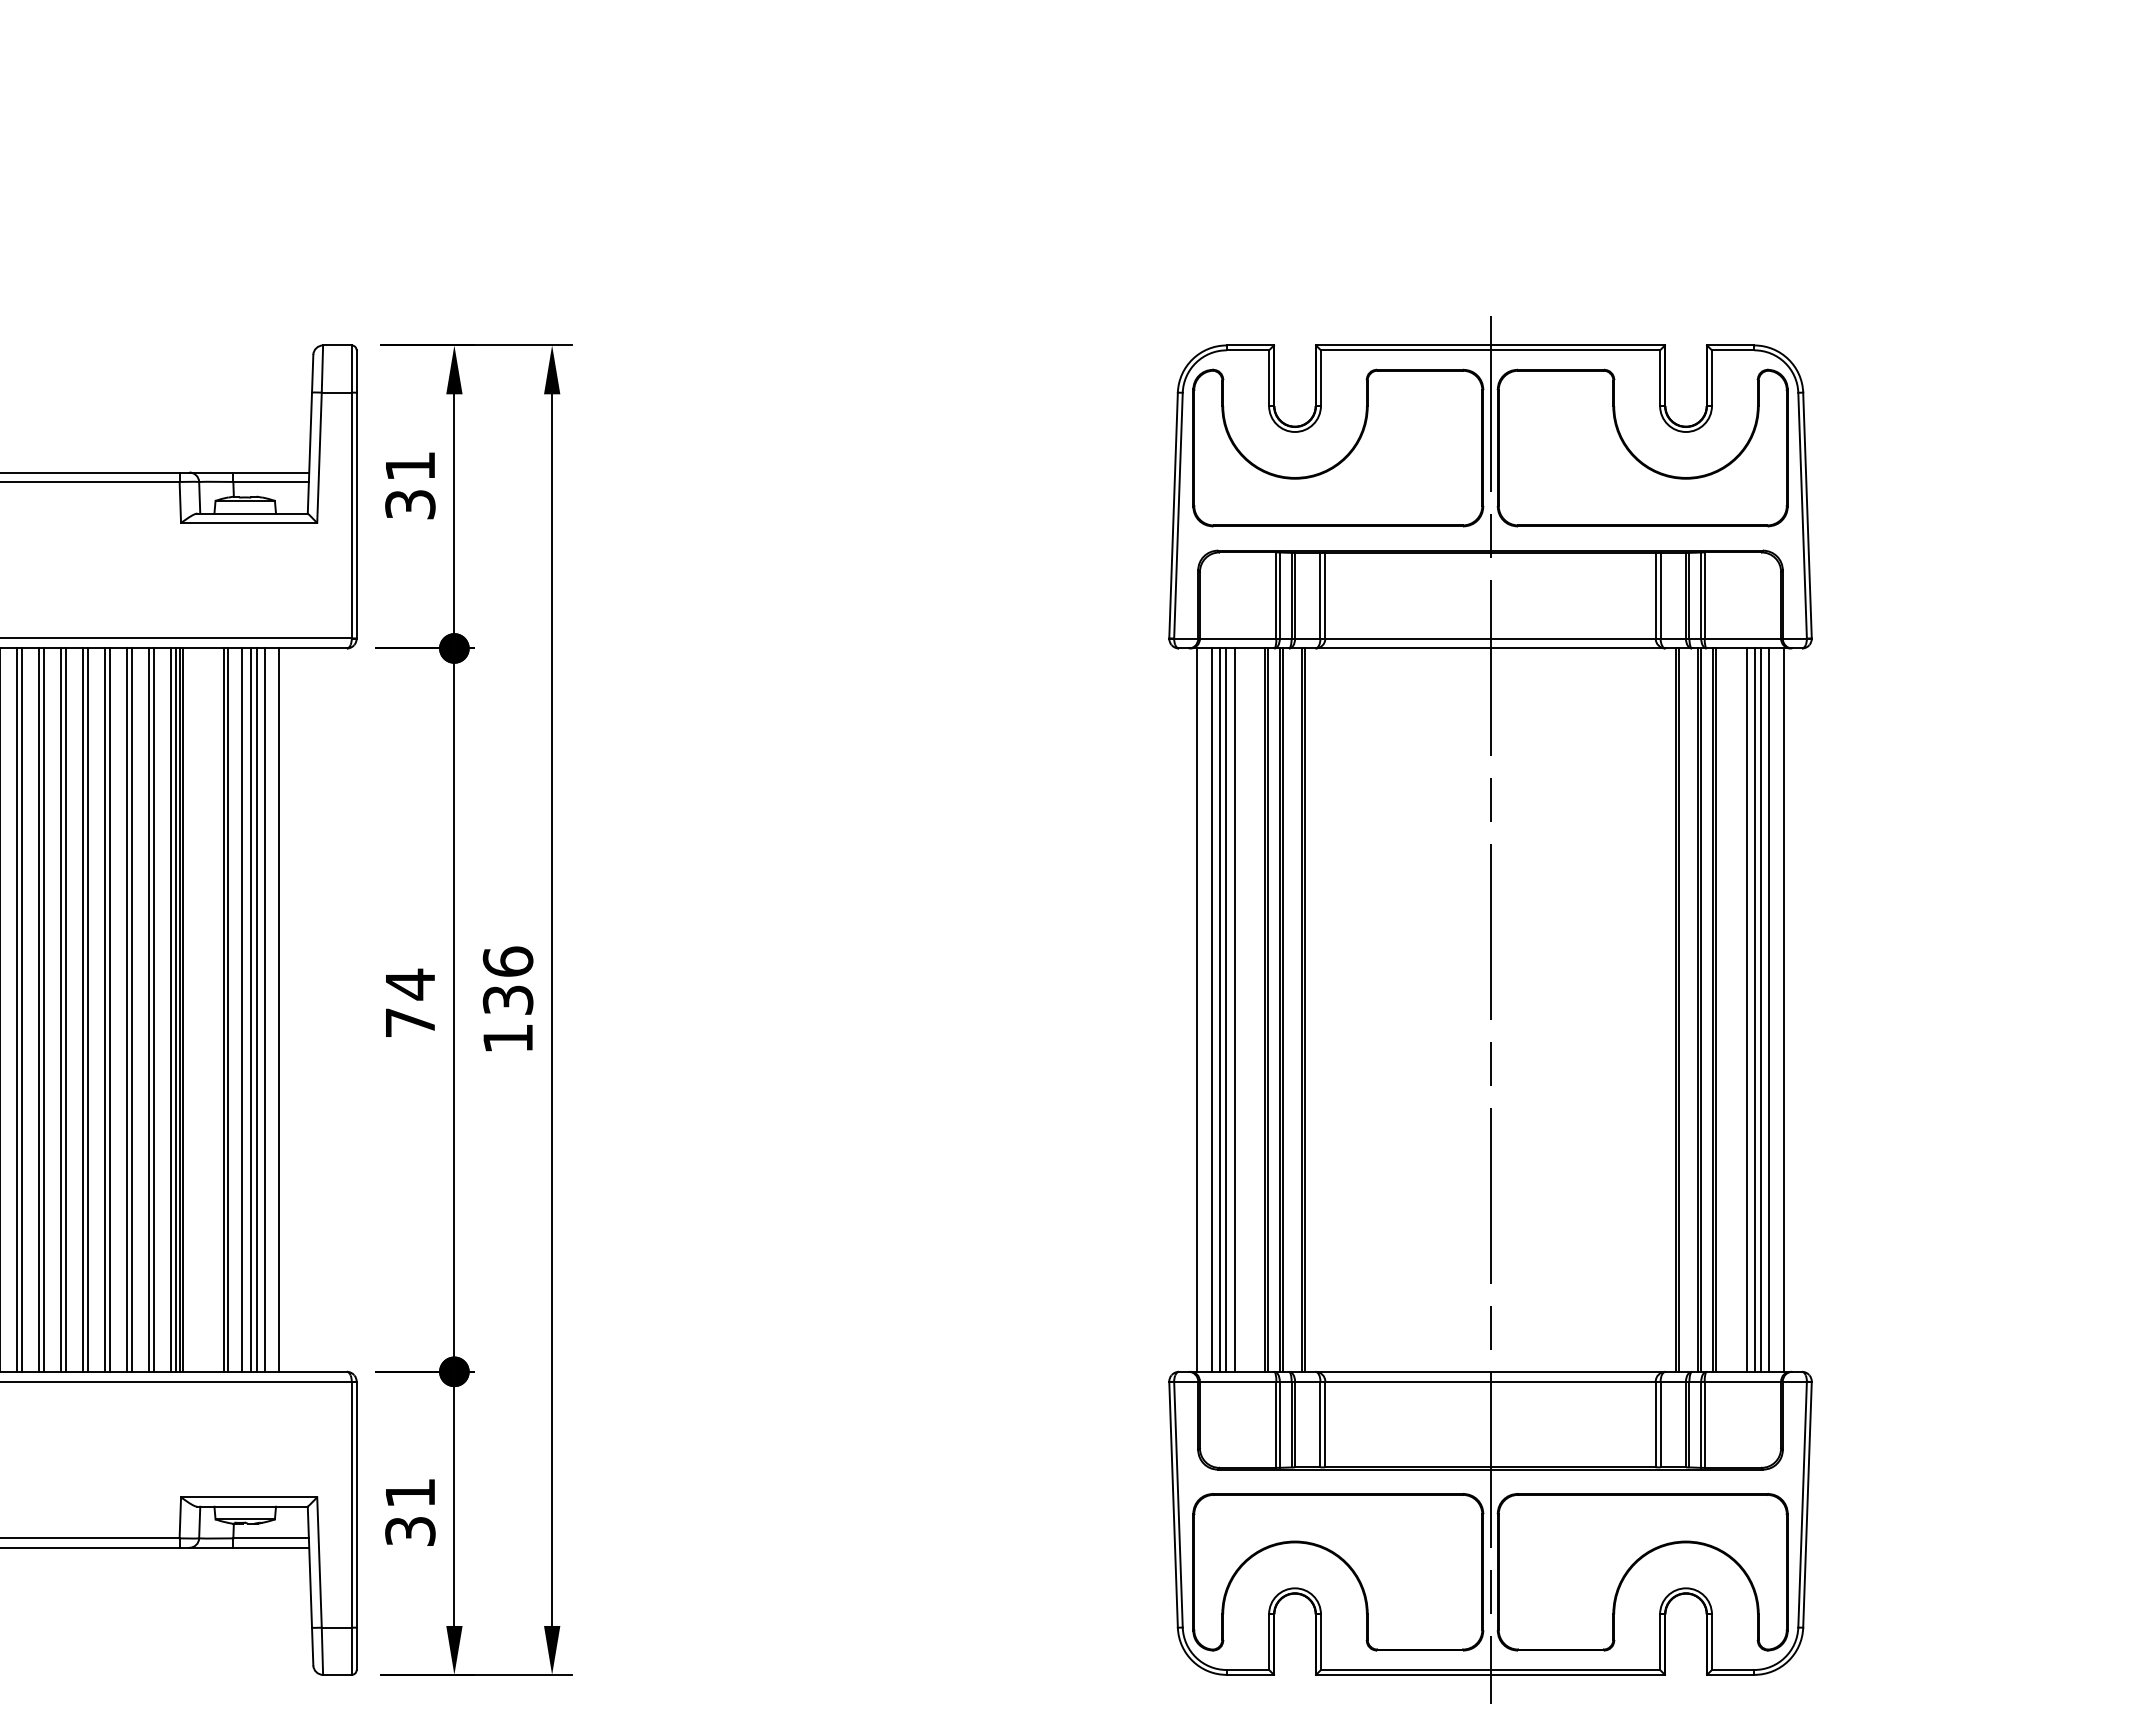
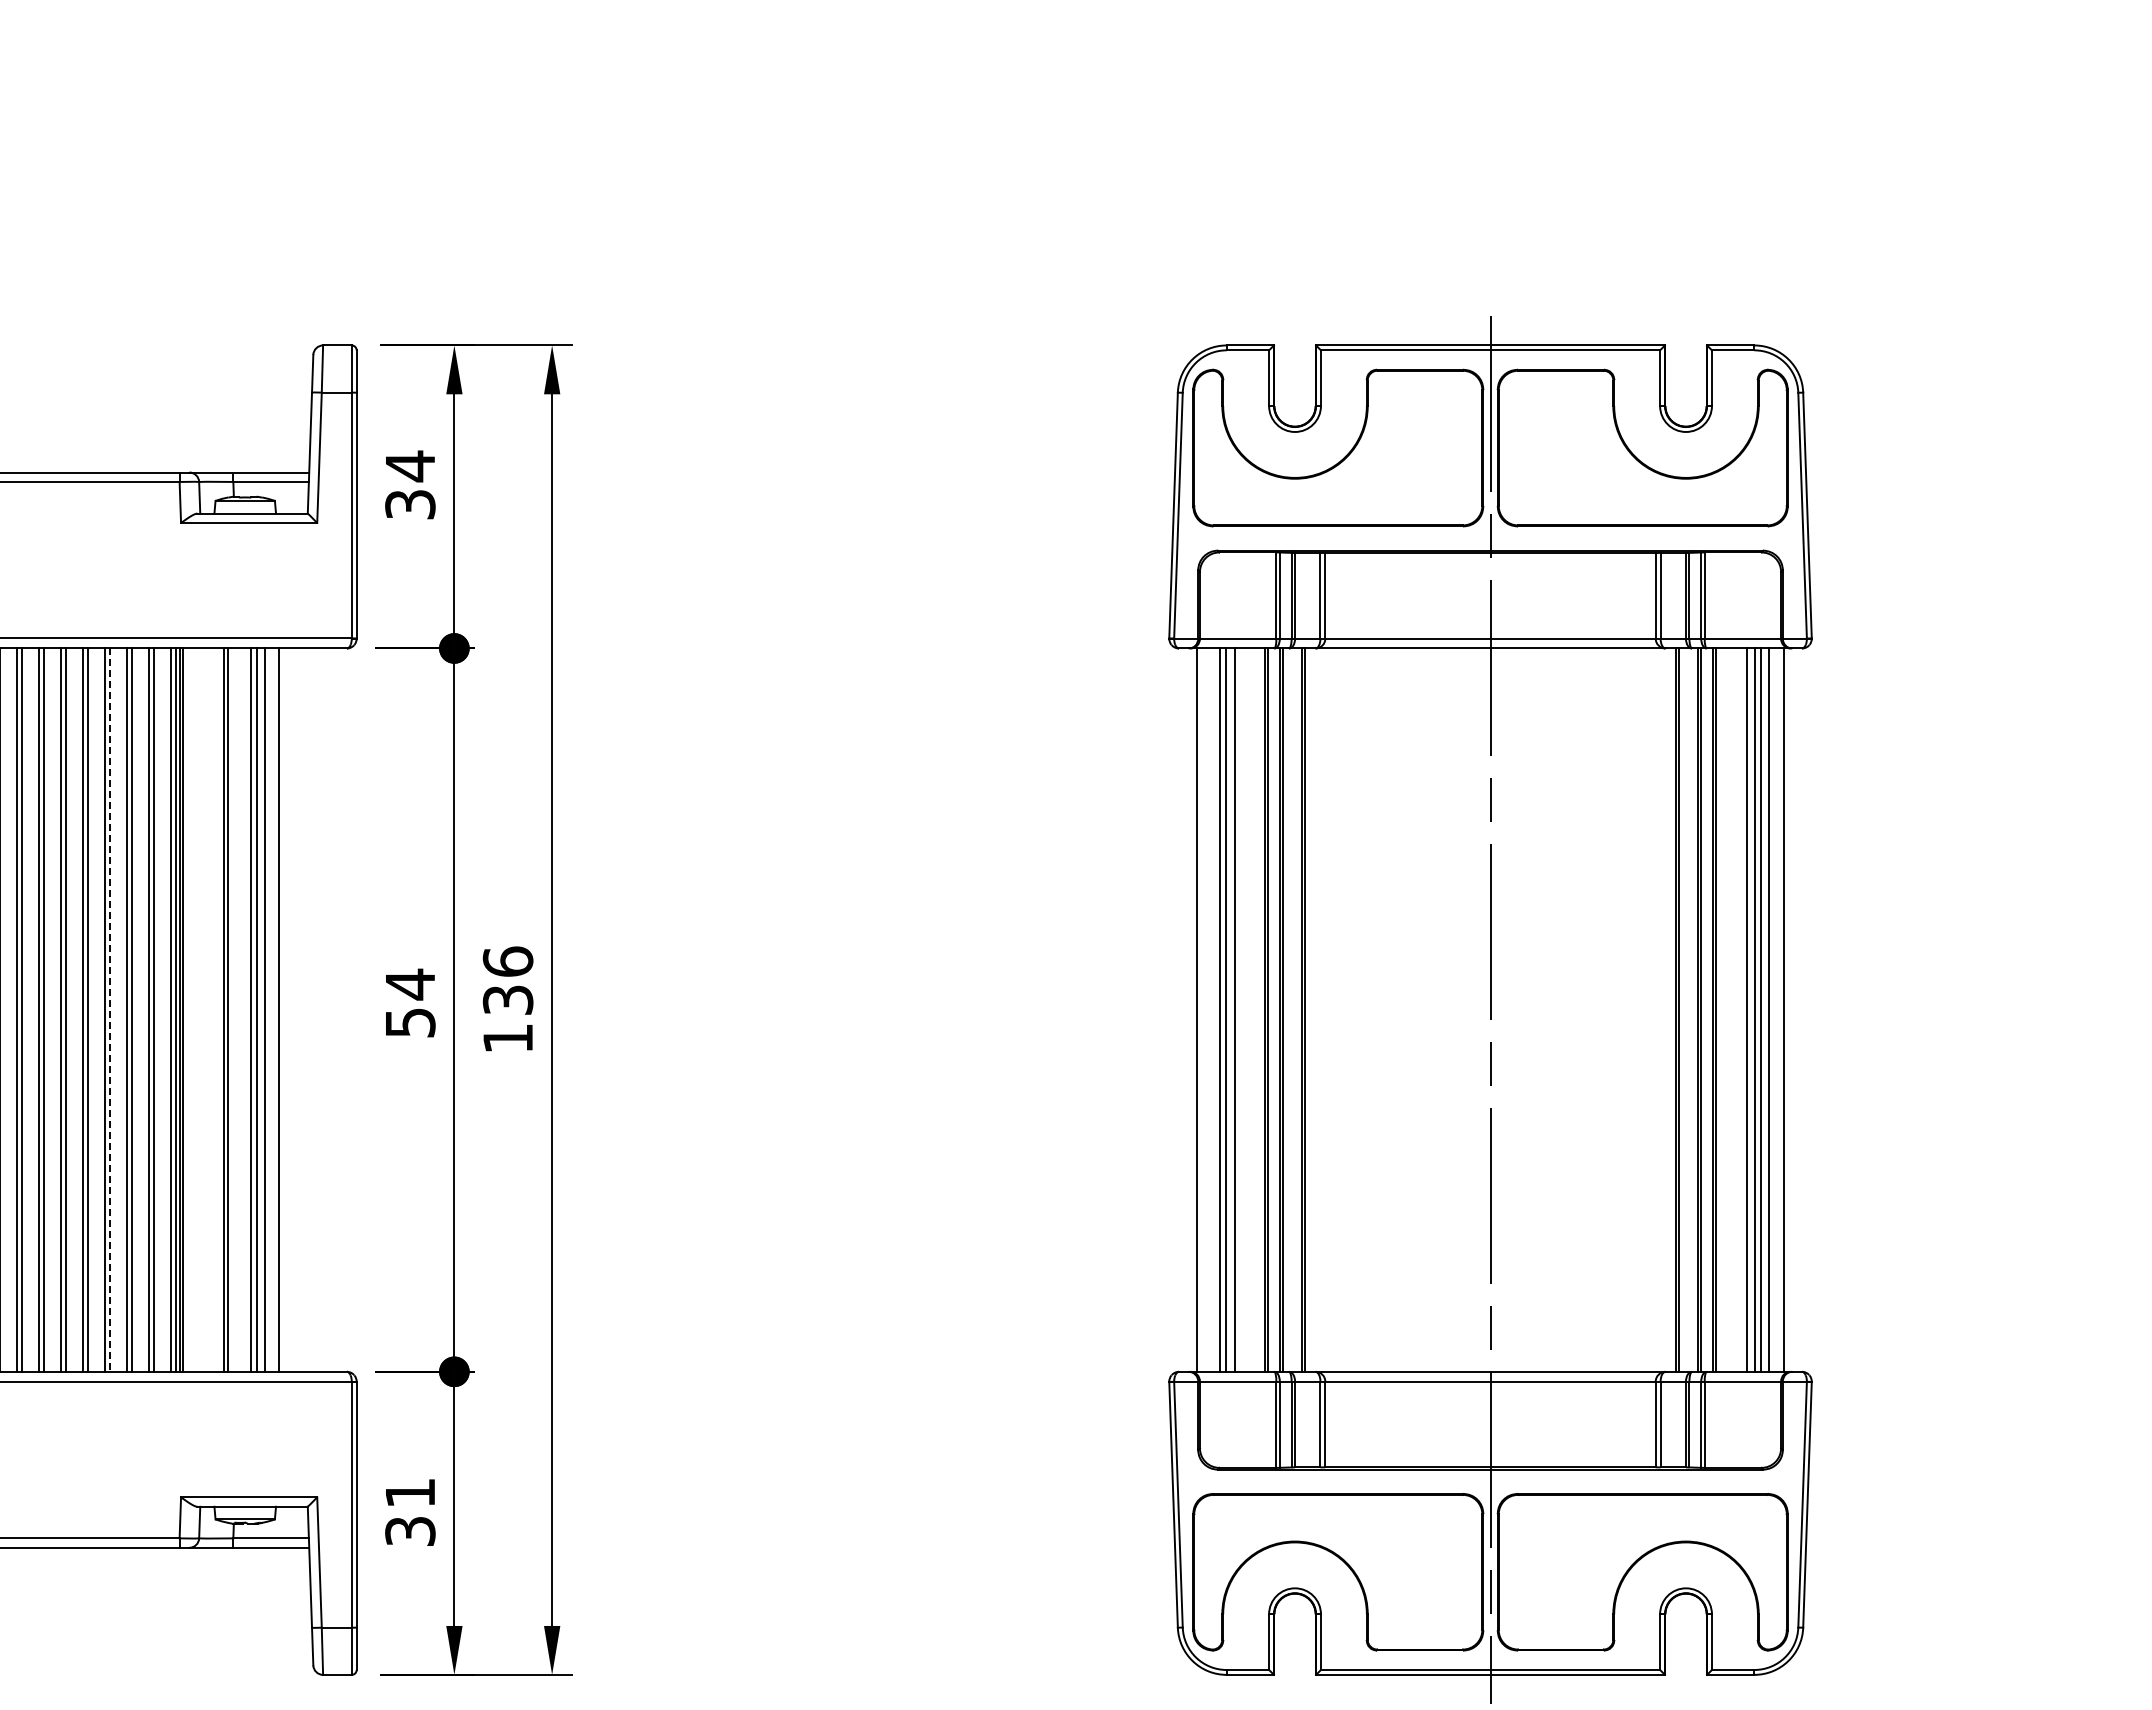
text at (410, 466): 31 -> 34
line at (242, 1009): present -> none
line at (1211, 1009): present -> none
line at (109, 1010): solid -> dashed
text at (410, 1022): 74 -> 54
